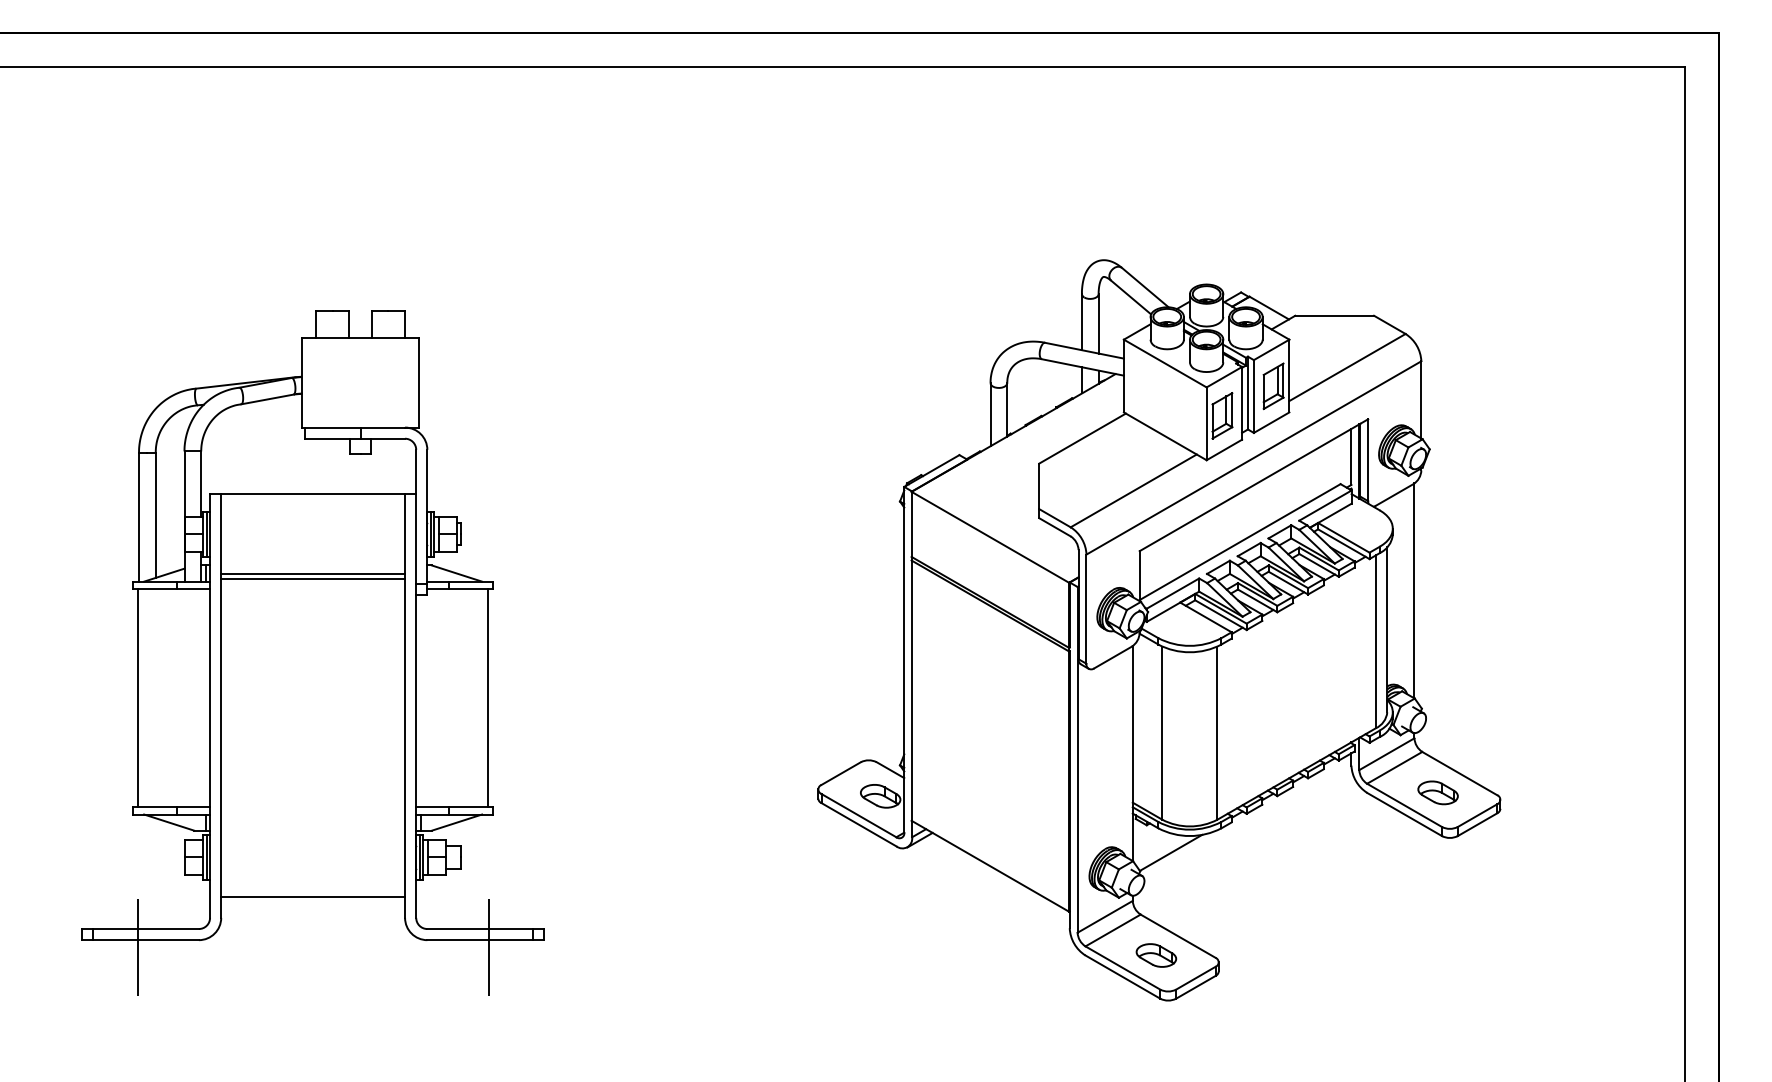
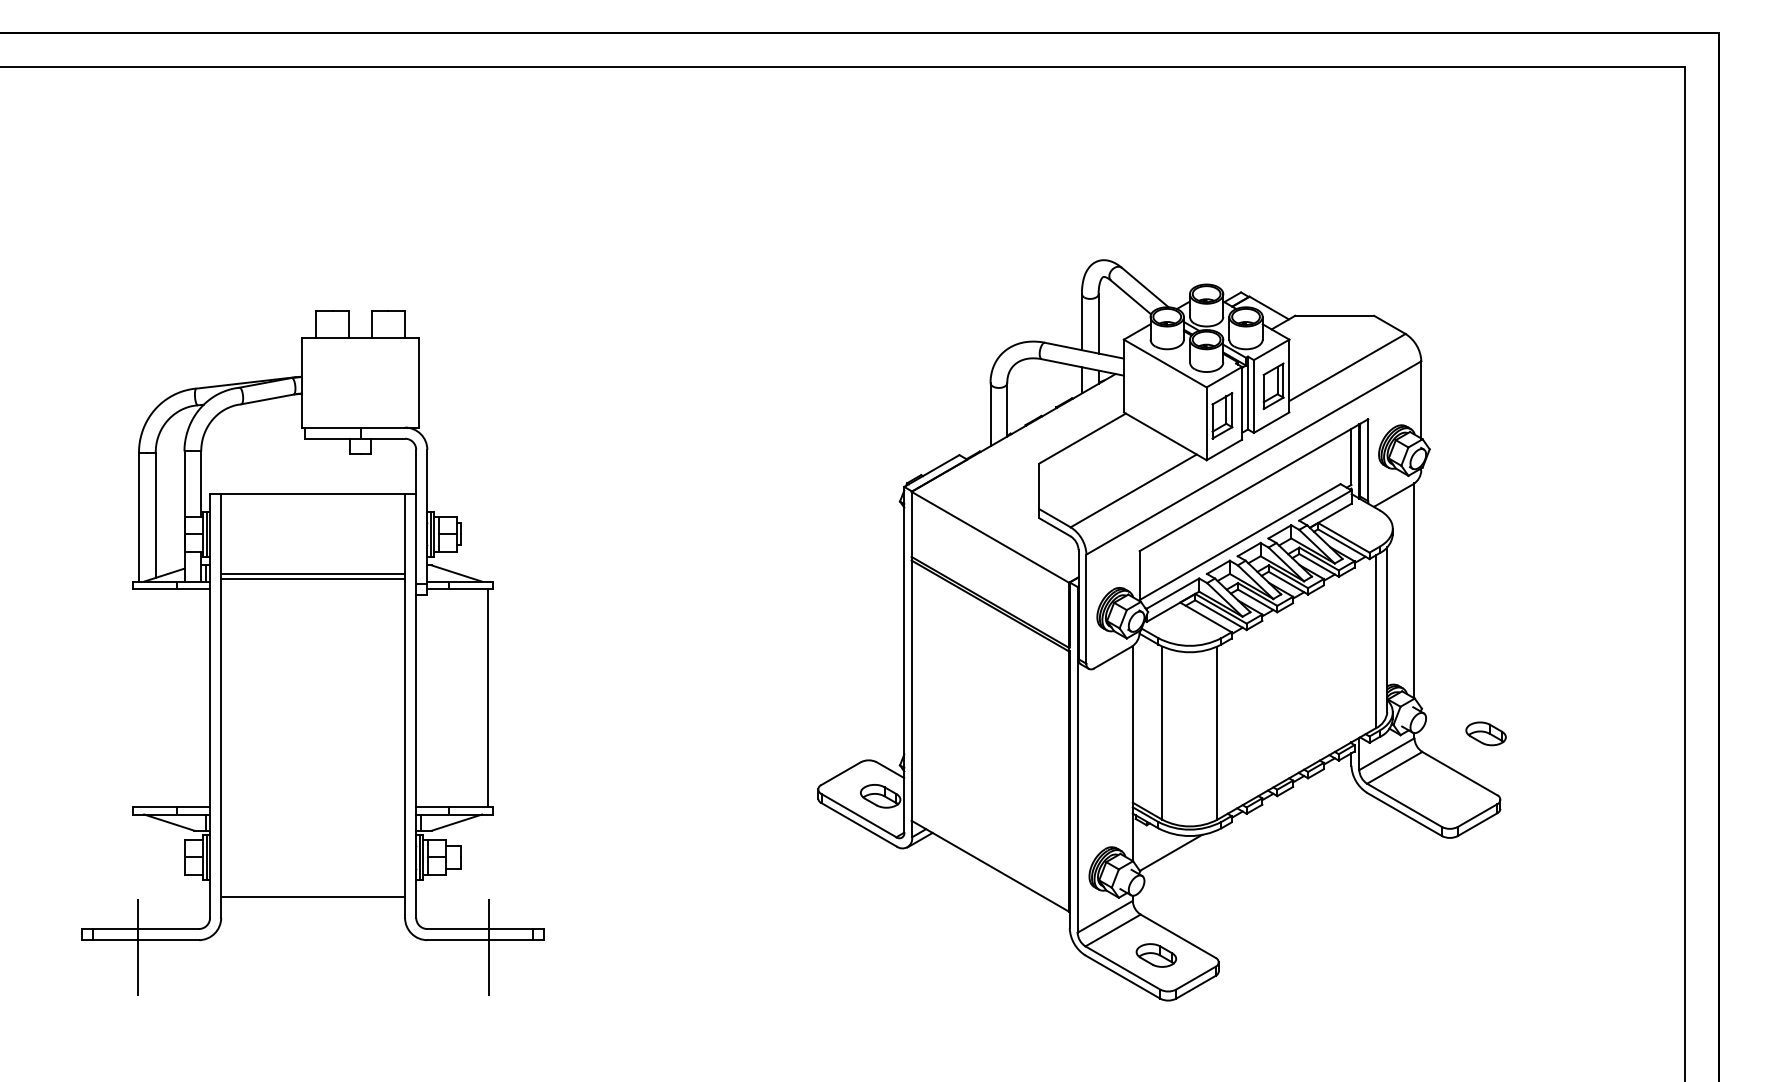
line at (138, 697): present -> none
part at (1437, 792) position: (1437, 792) -> (1485, 733)
